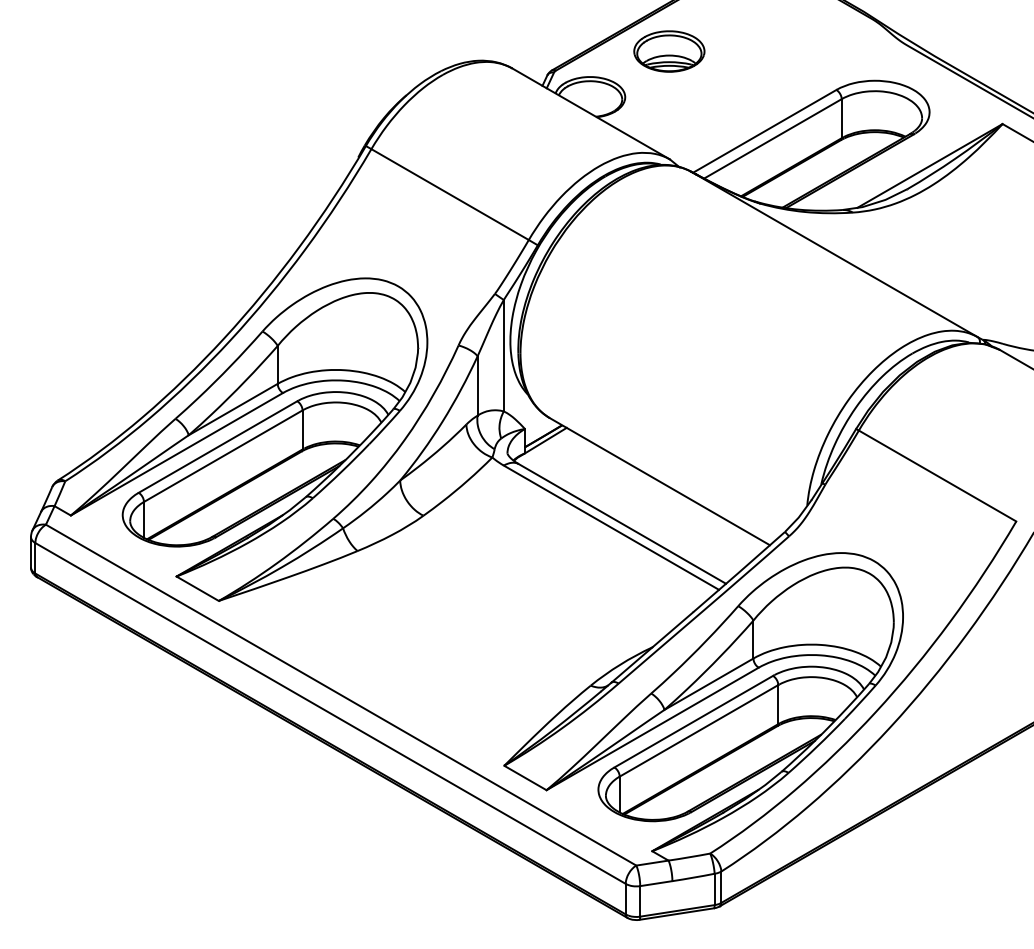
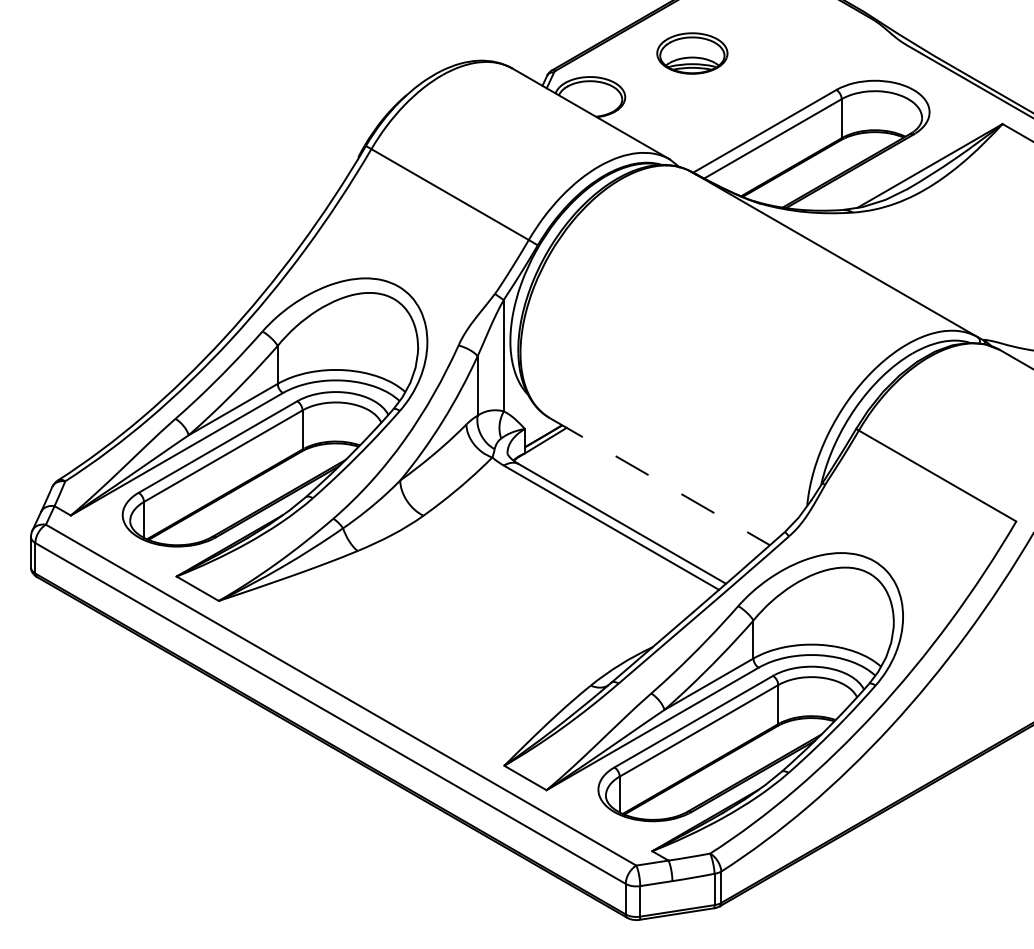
part at (669, 51) position: (669, 51) -> (692, 53)
line at (660, 481): solid -> dashed
